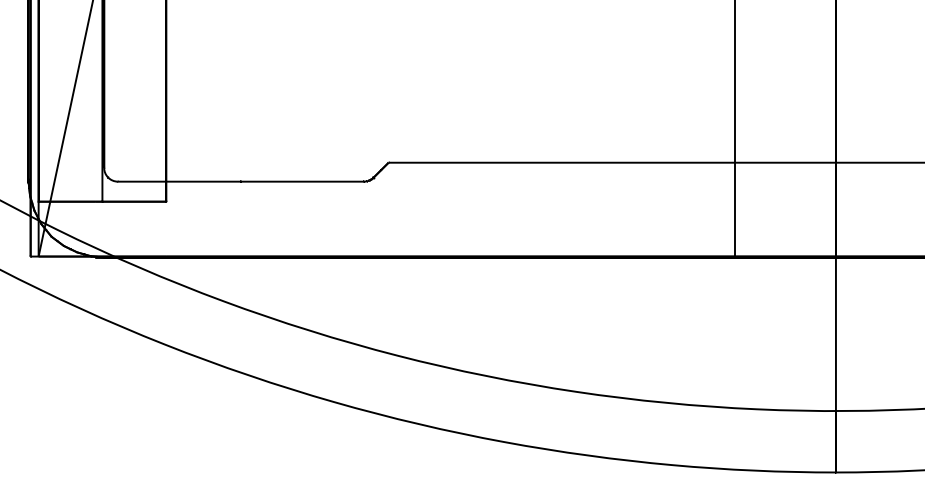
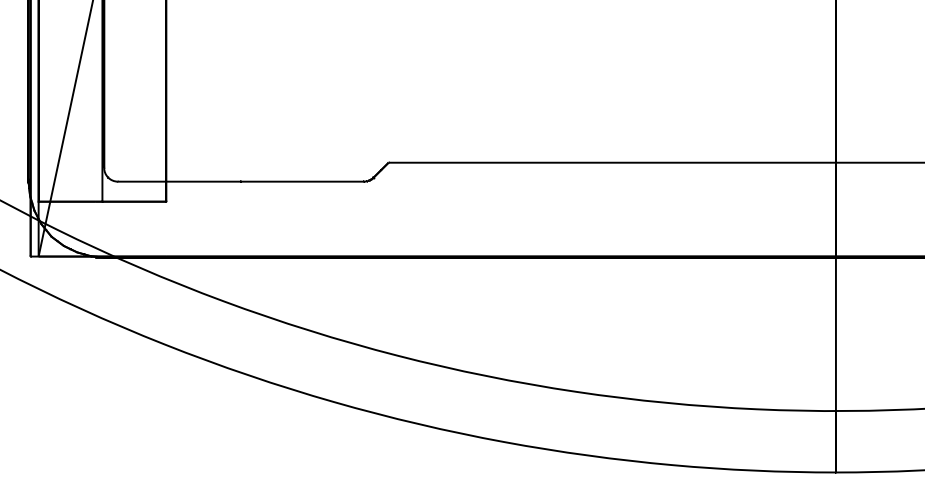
line at (734, 129): present -> none
